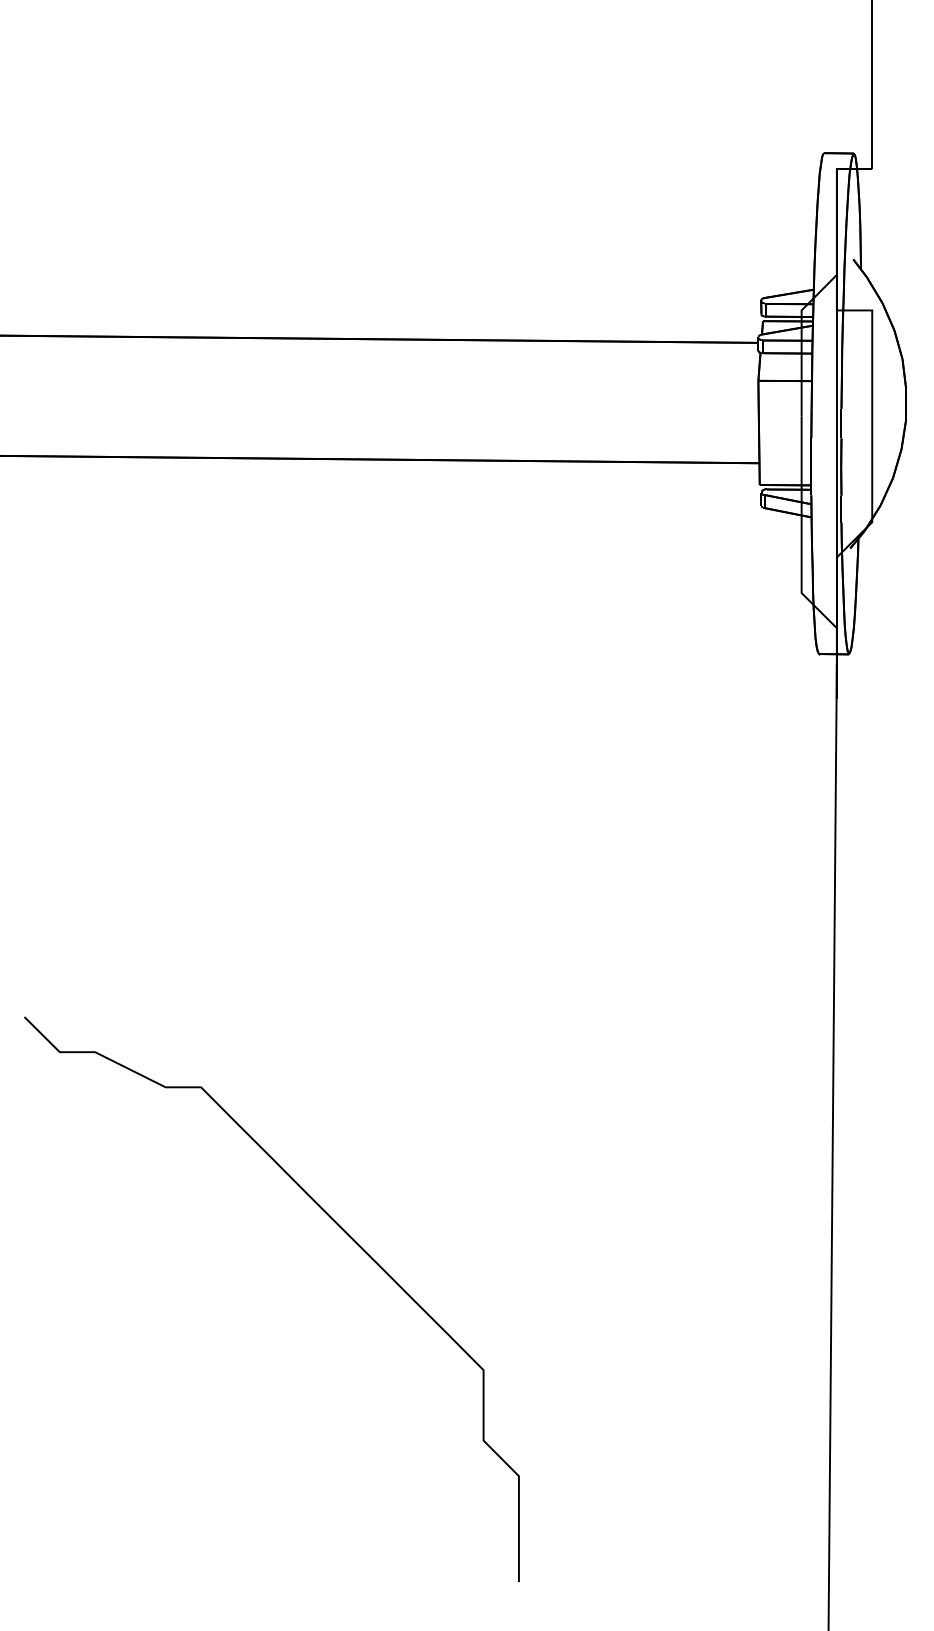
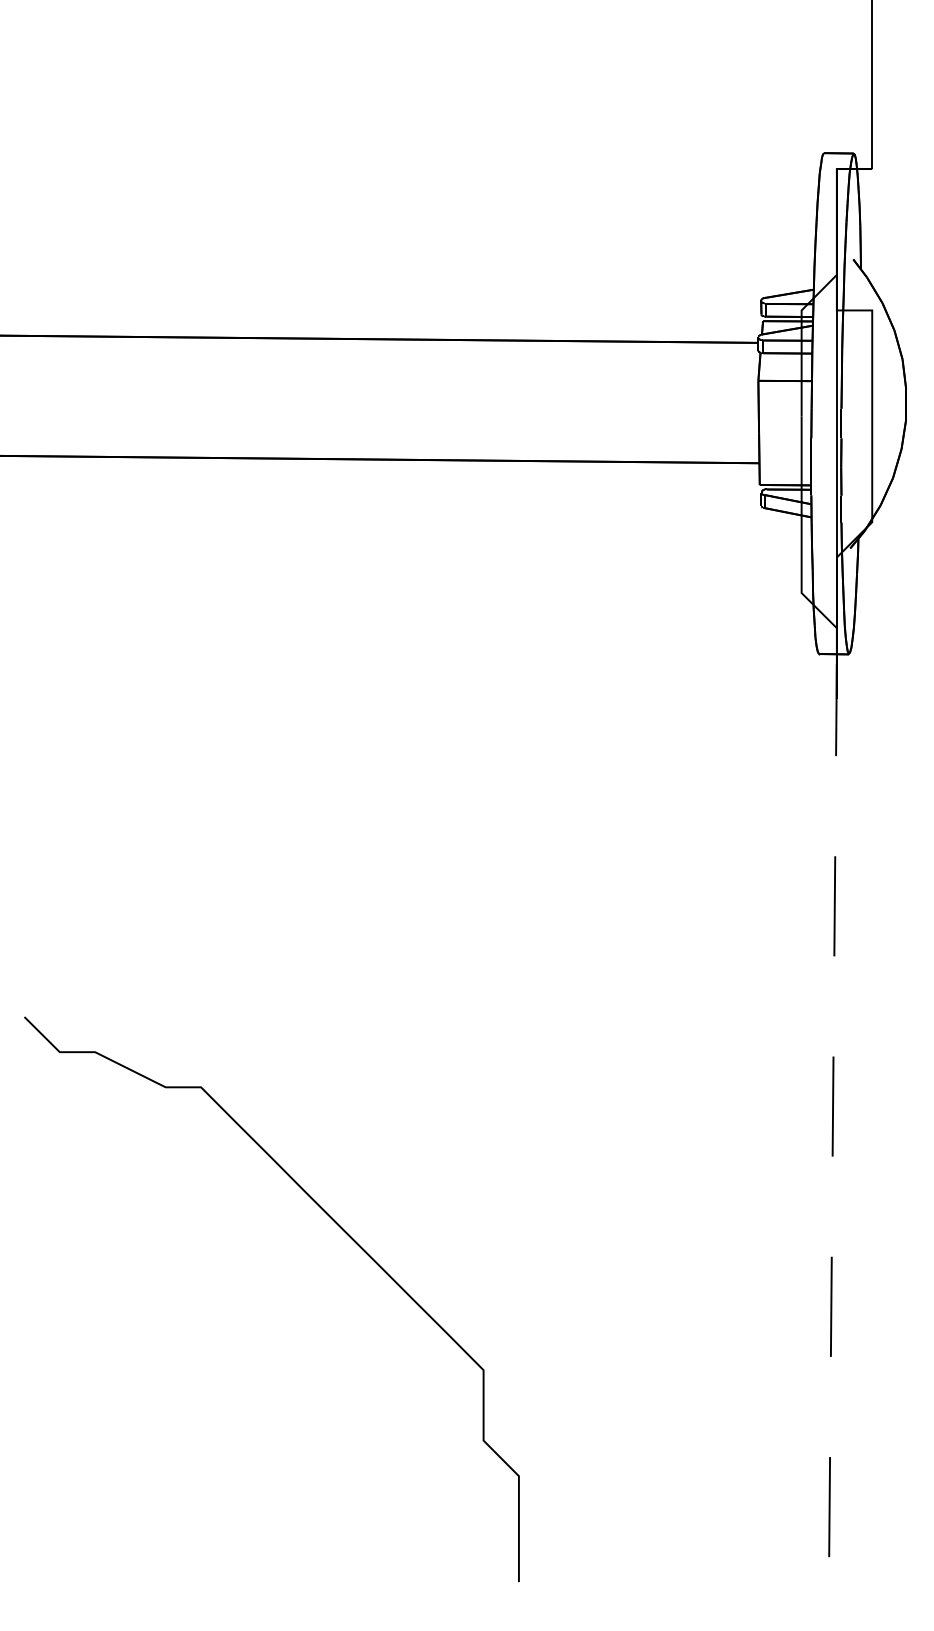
line at (832, 1146): solid -> dashed
